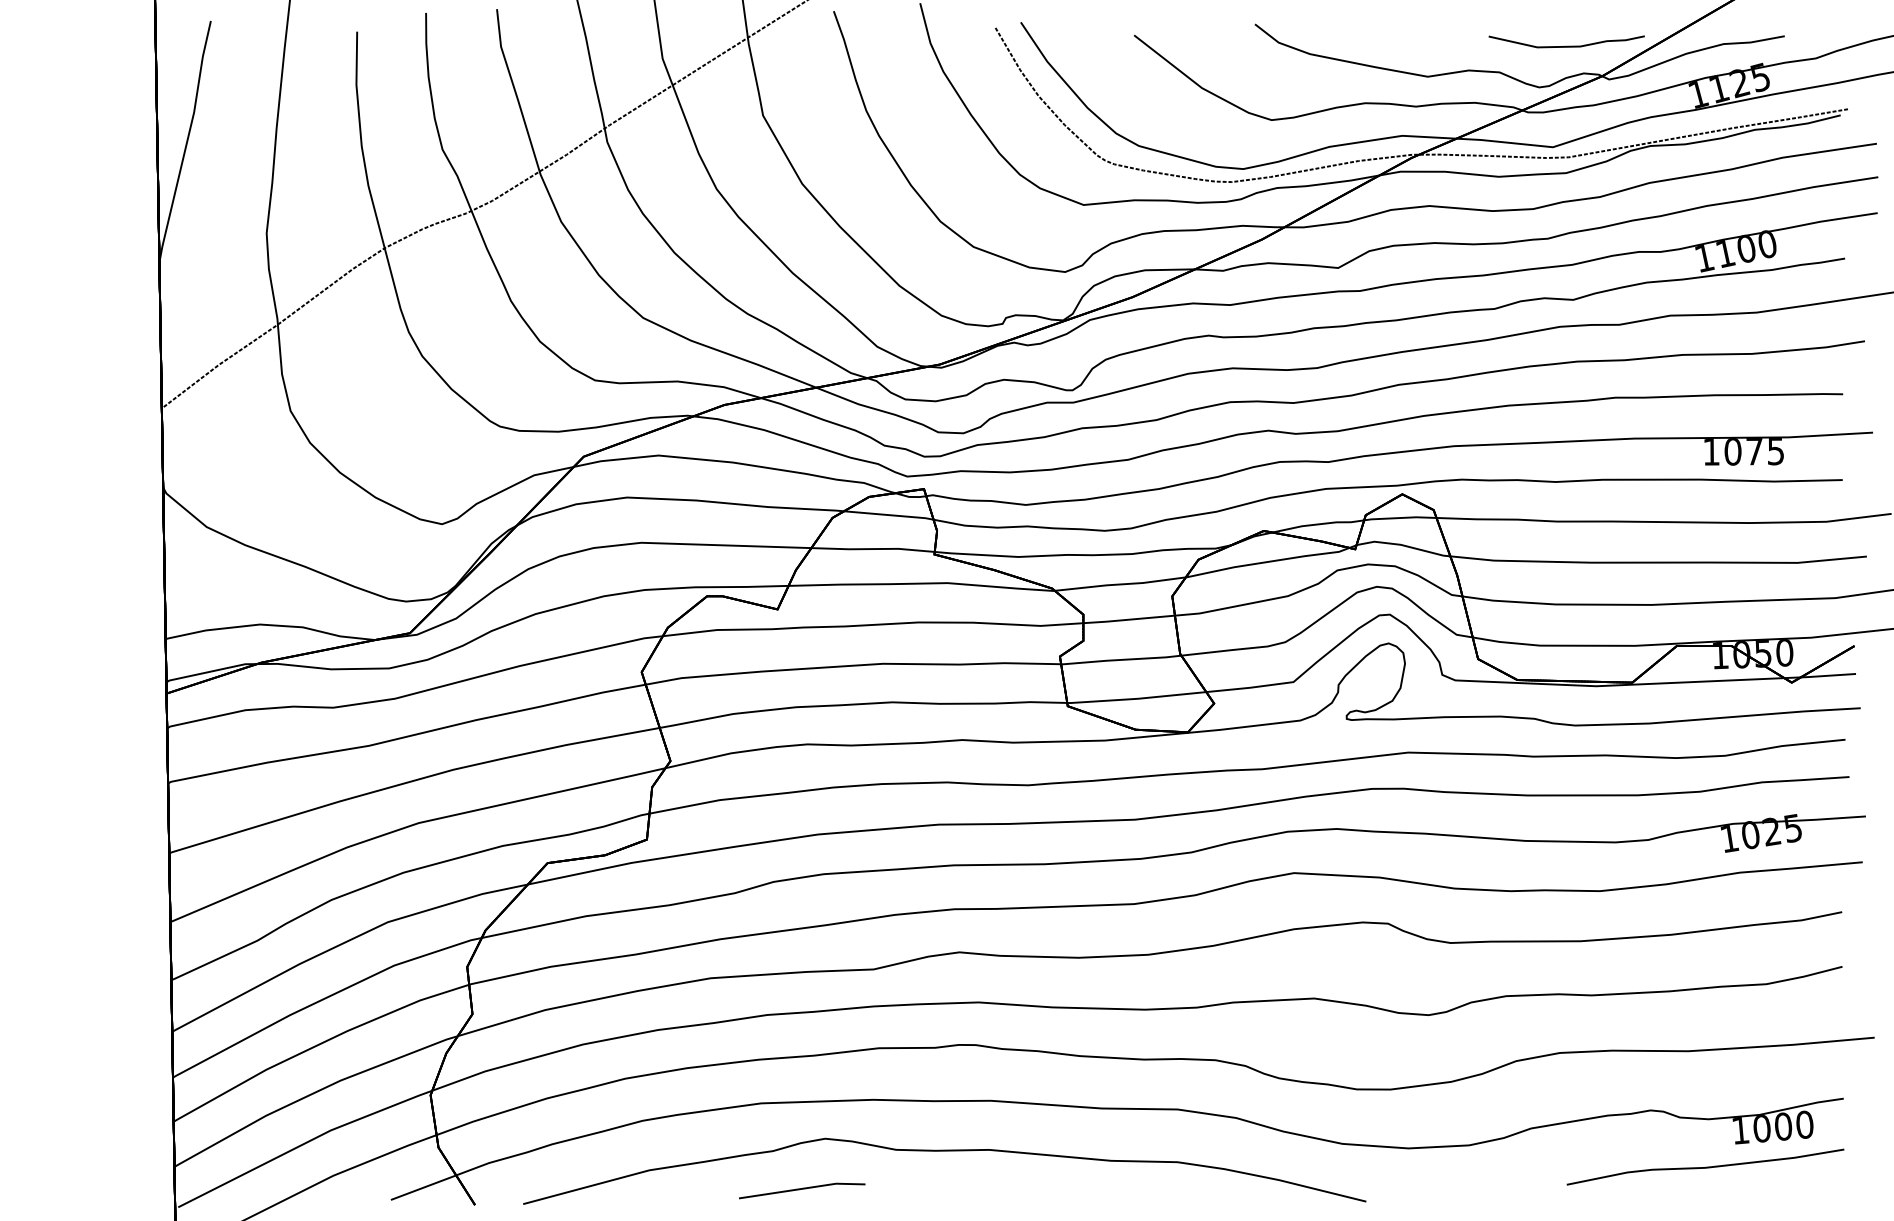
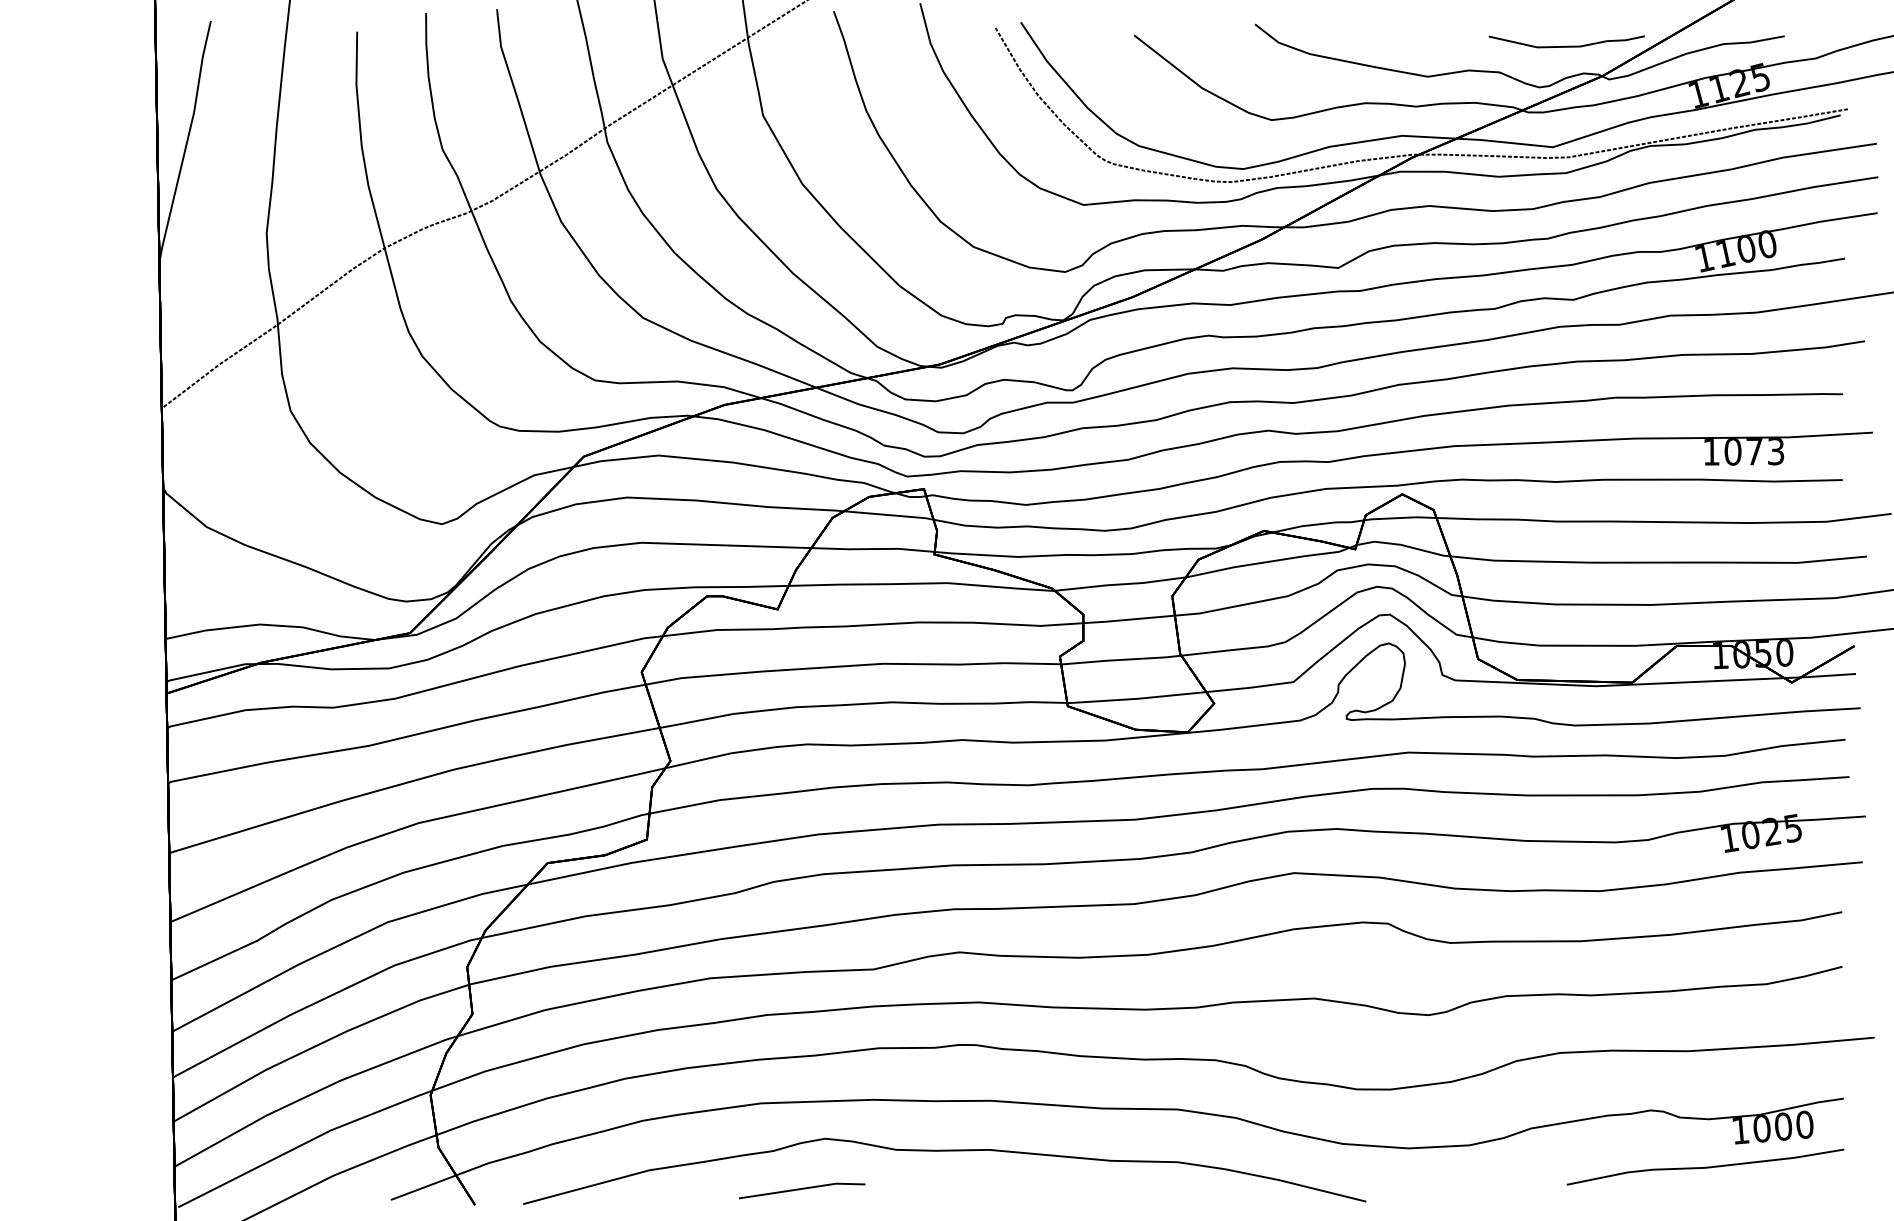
text at (1776, 451): 1075 -> 1073
